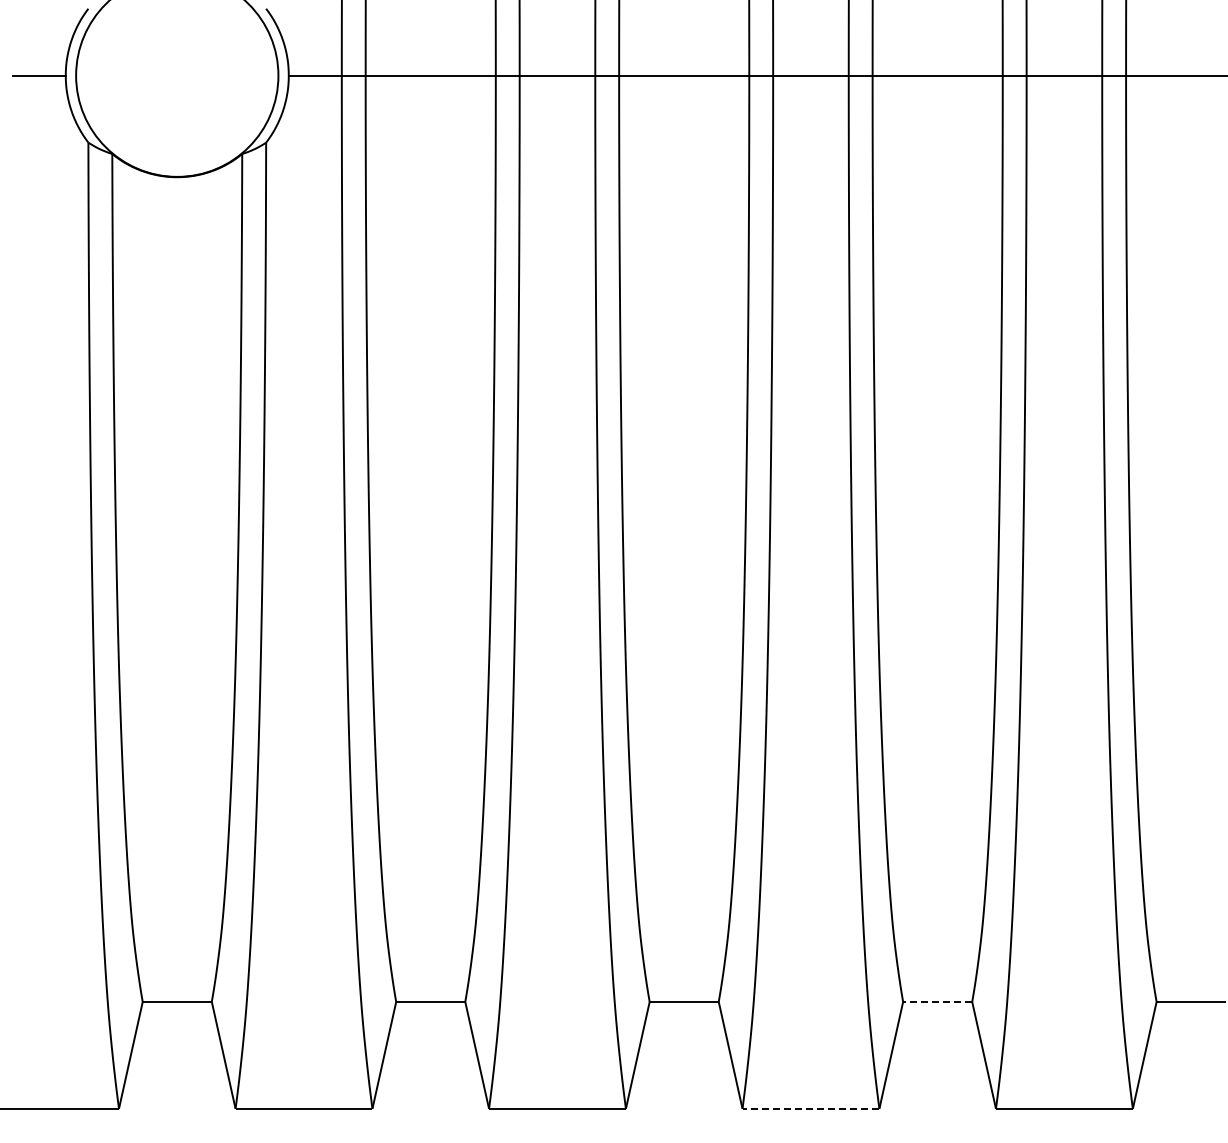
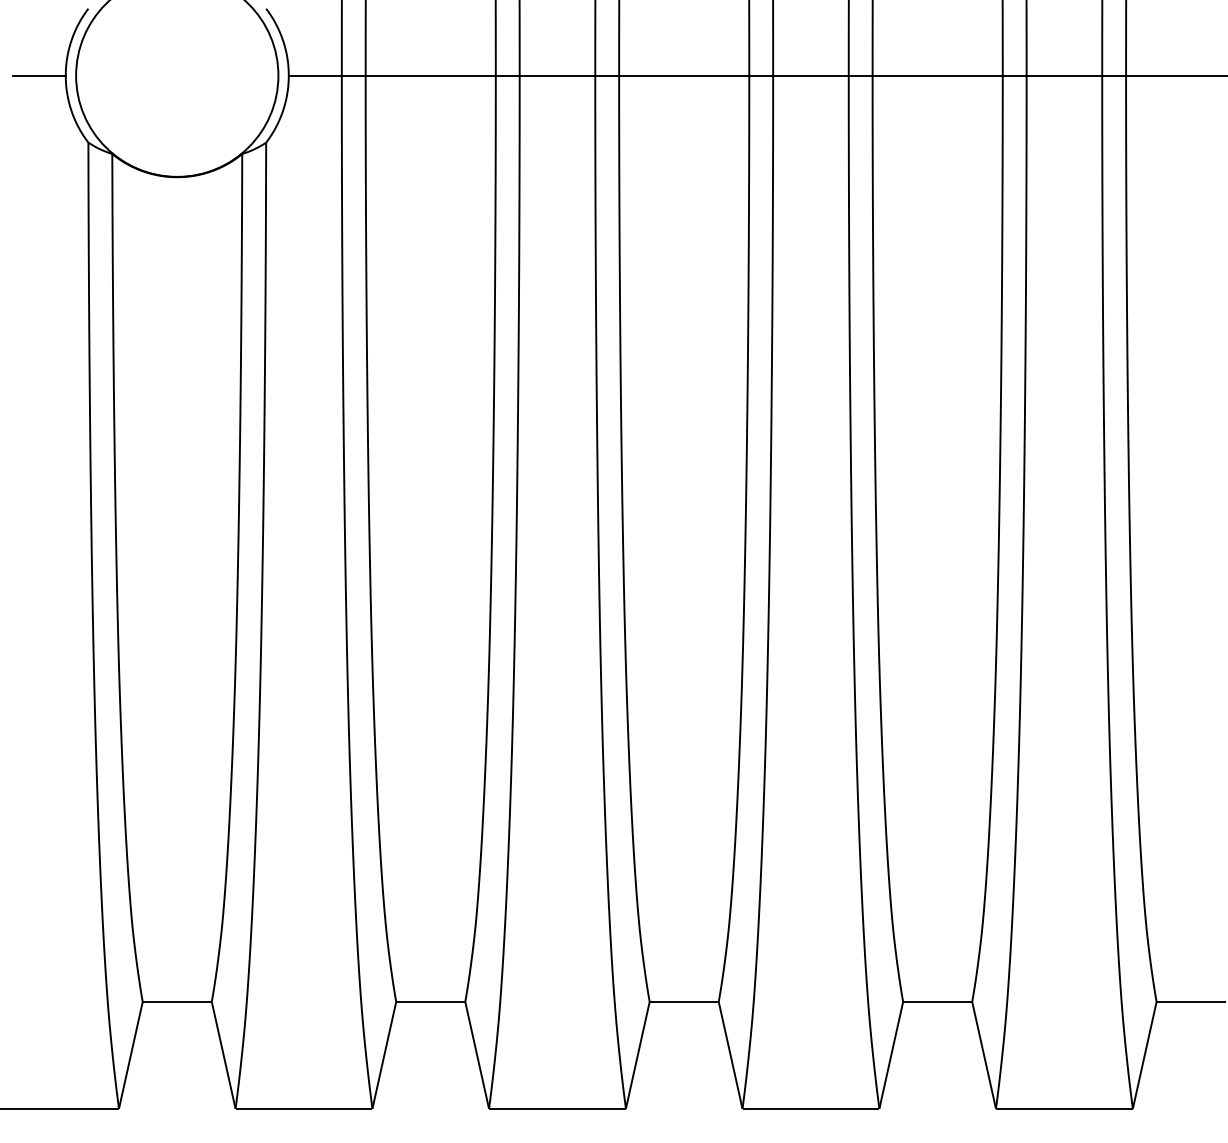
line at (936, 1001): dashed -> solid
line at (810, 1108): dashed -> solid
